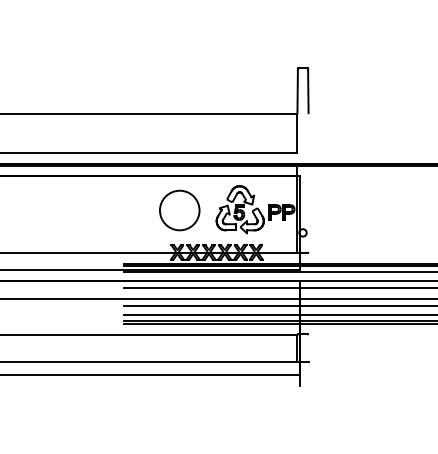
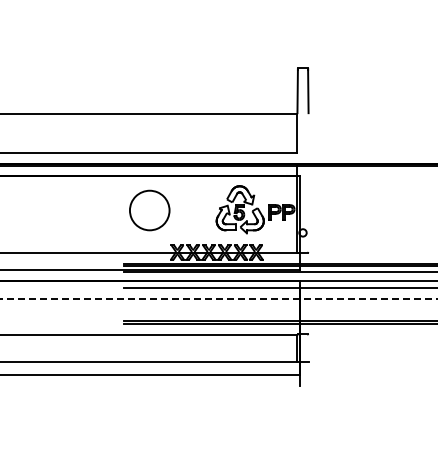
part at (179, 210) position: (179, 210) -> (149, 210)
line at (219, 298): solid -> dashed
line at (278, 305): present -> none
line at (278, 315): present -> none
